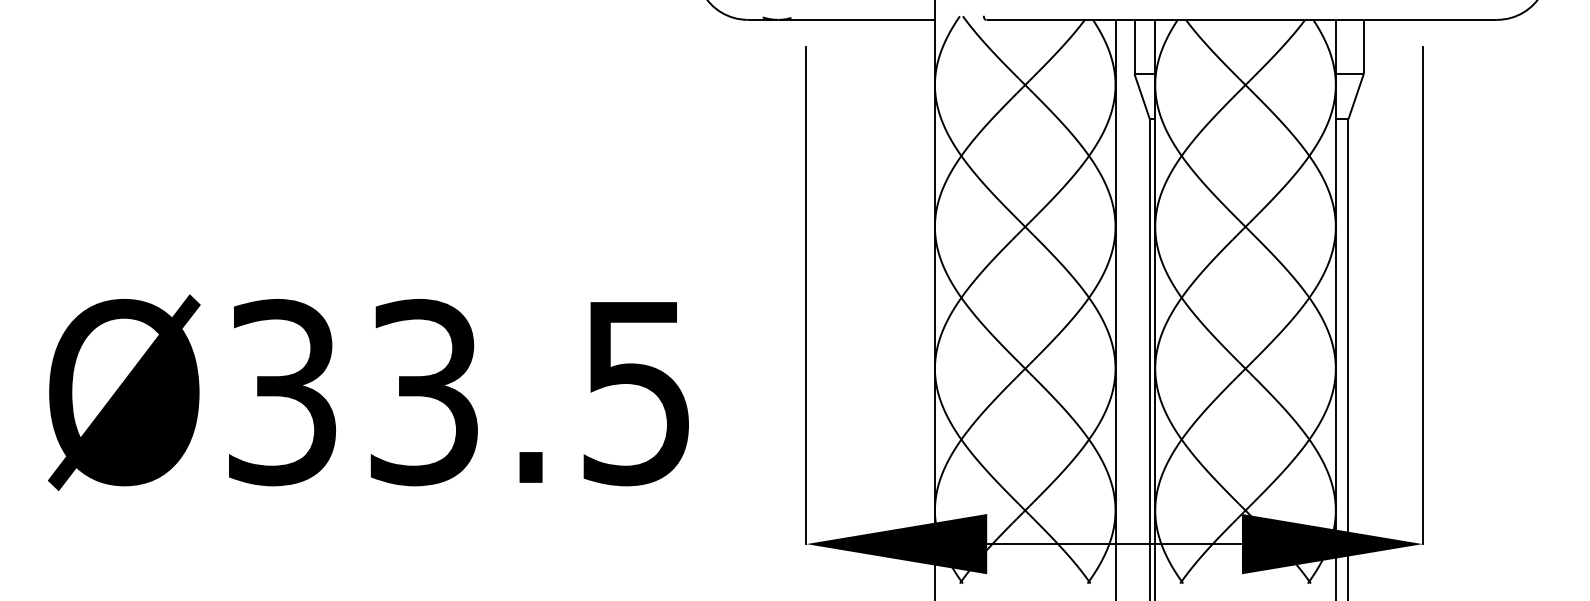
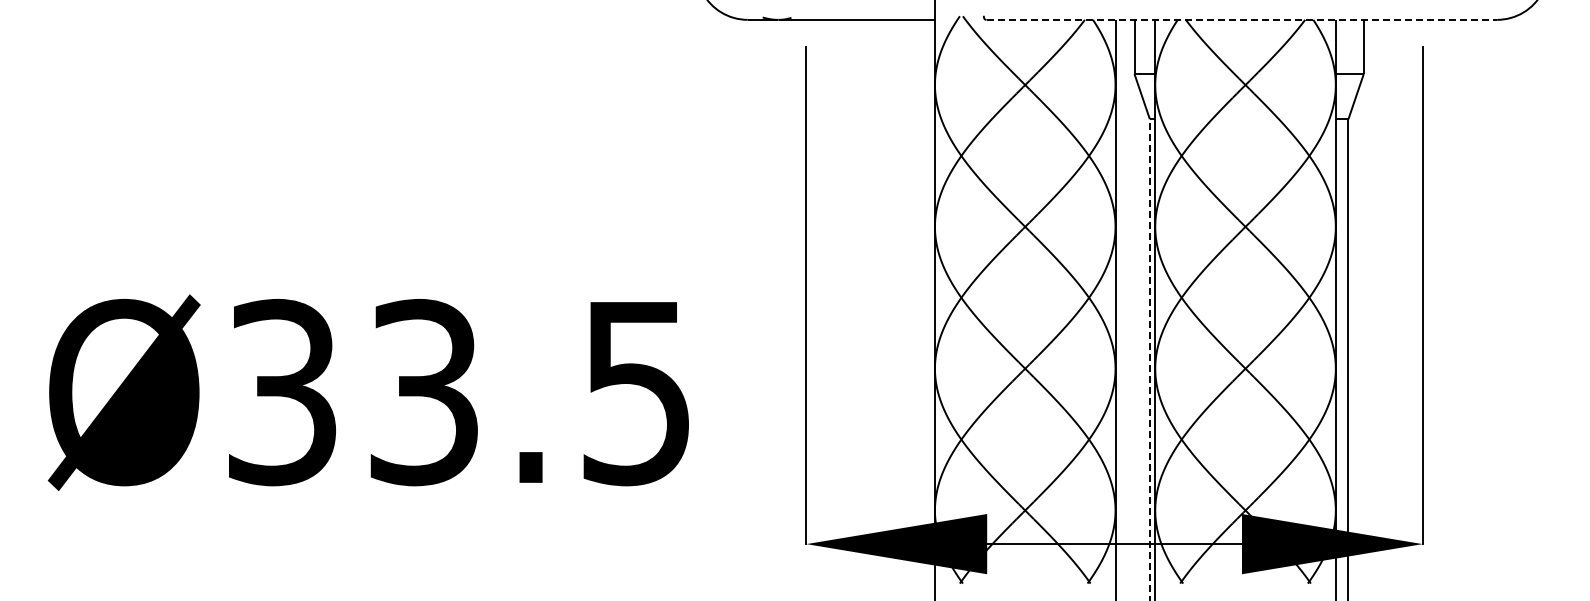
line at (1242, 19): solid -> dashed
line at (1149, 359): solid -> dashed
